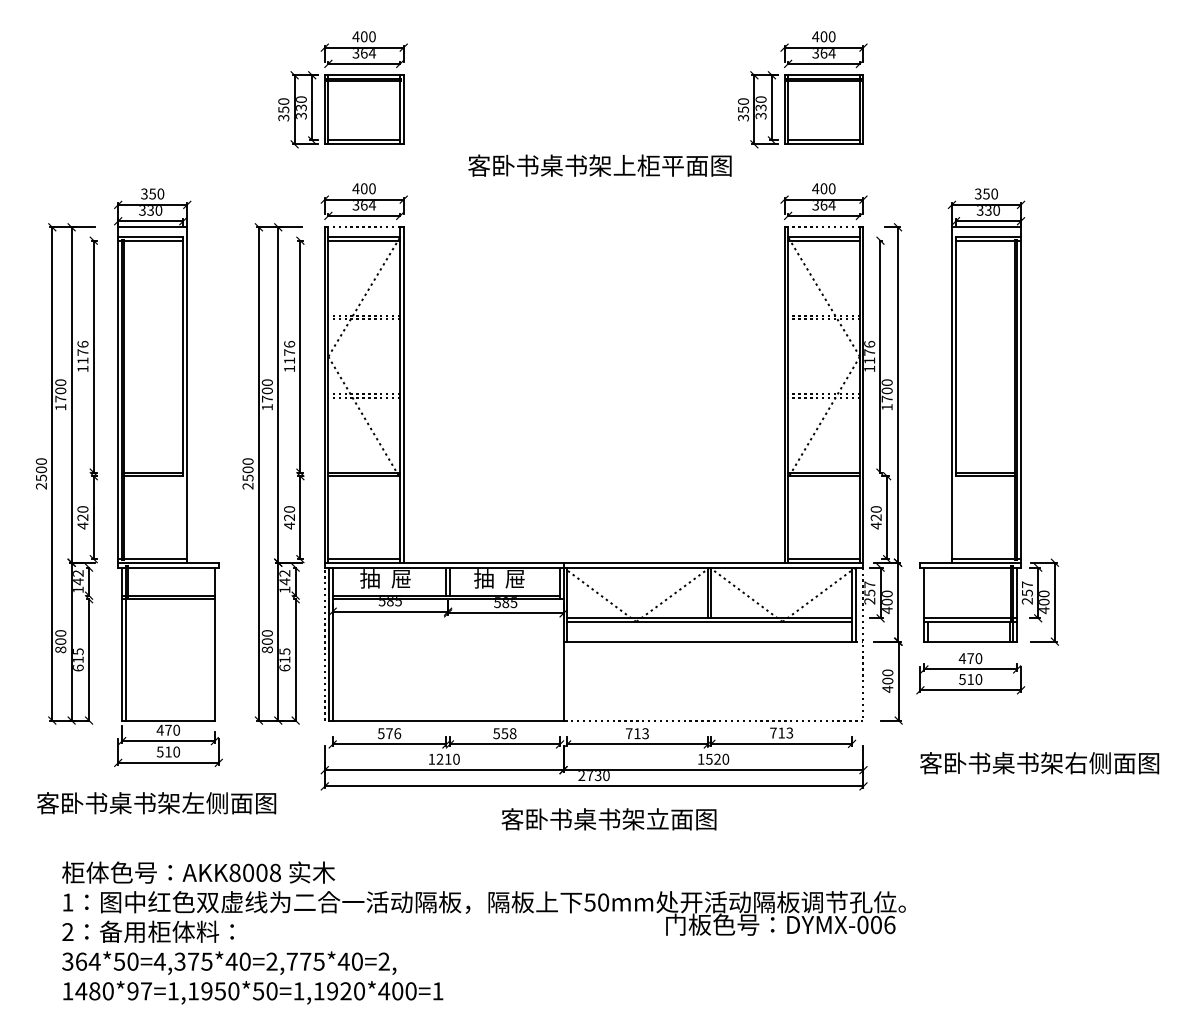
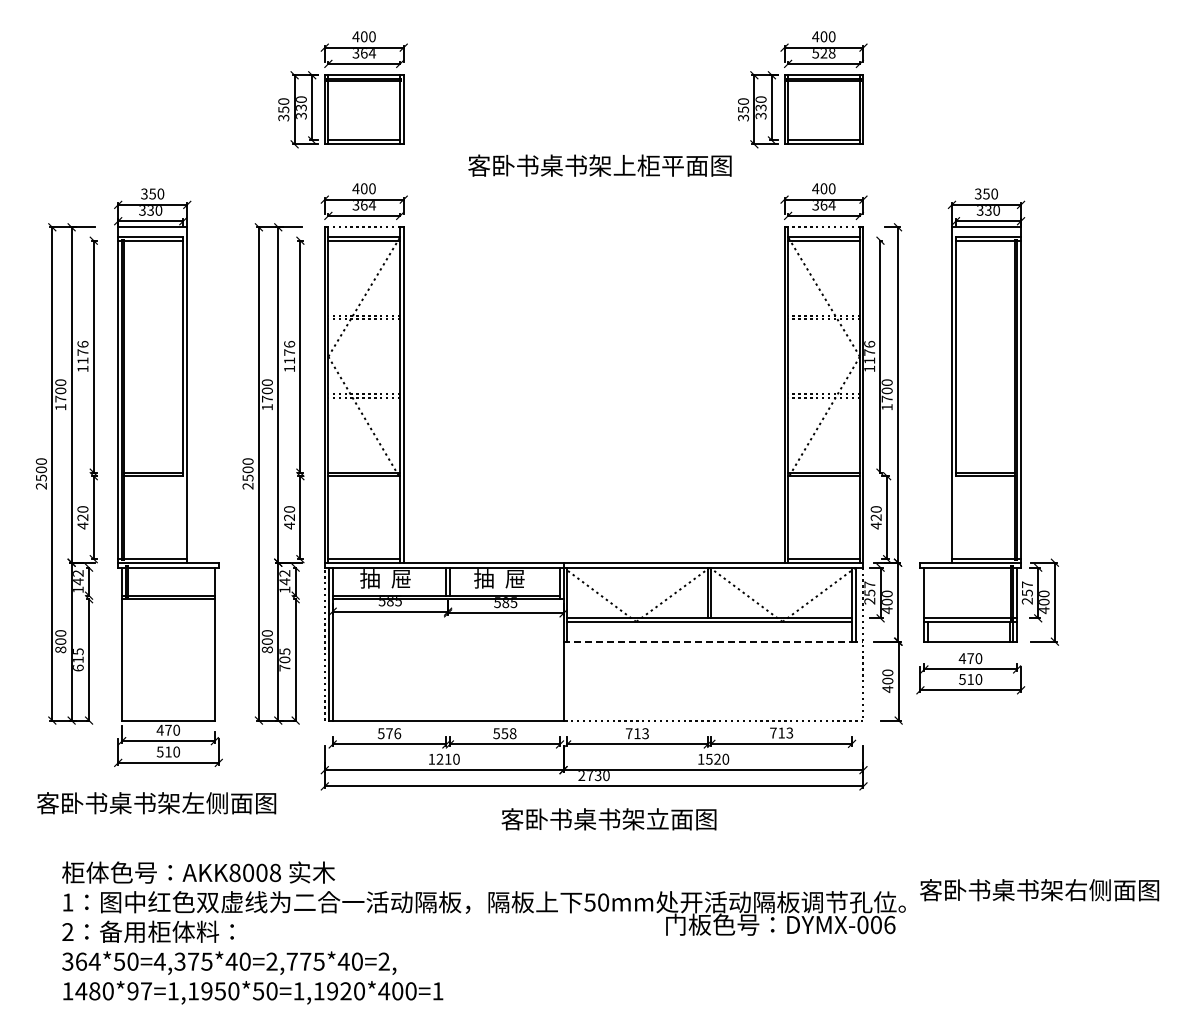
text at (824, 53): 364 -> 528
line at (709, 641): solid -> dashed
line at (125, 659): present -> none
text at (284, 663): 615 -> 705
text at (1039, 763) position: (1039, 763) -> (1039, 890)
